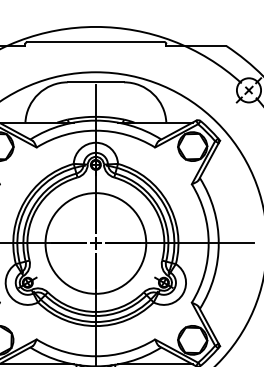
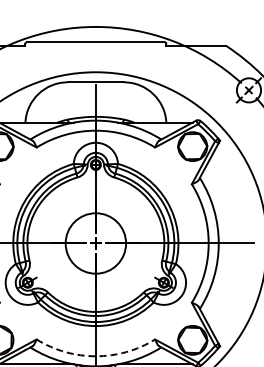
circle at (95, 243) diameter: 101 px -> 60 px
arc at (95, 356): solid -> dashed
